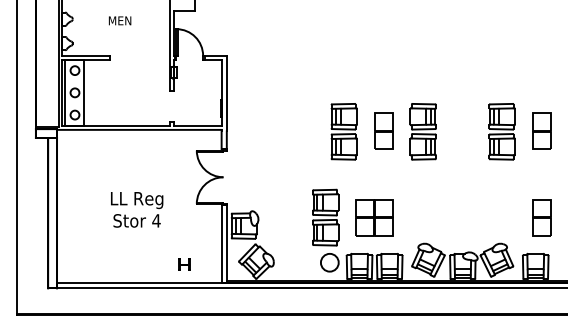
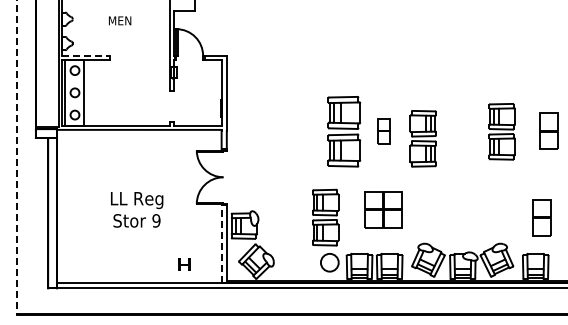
line at (86, 55): solid -> dashed
part at (383, 130) size: 20x38 px -> 14x27 px
part at (541, 130) position: (541, 130) -> (548, 130)
part at (343, 131) size: 28x58 px -> 35x72 px
part at (422, 131) position: (422, 131) -> (422, 138)
line at (17, 158): solid -> dashed
part at (374, 217) position: (374, 217) -> (383, 209)
text at (156, 220): 4 -> 9
line at (221, 244): solid -> dashed
